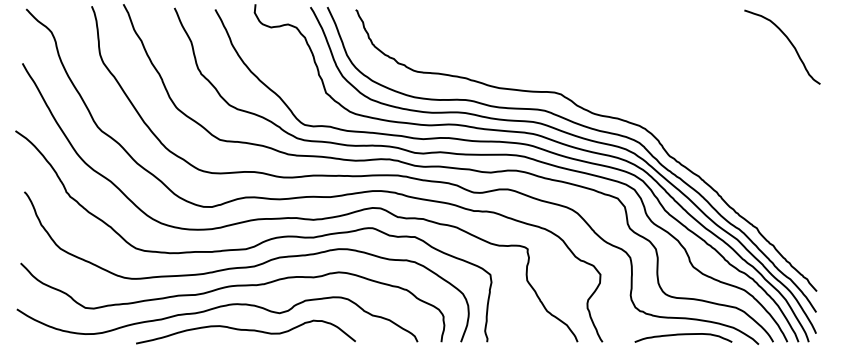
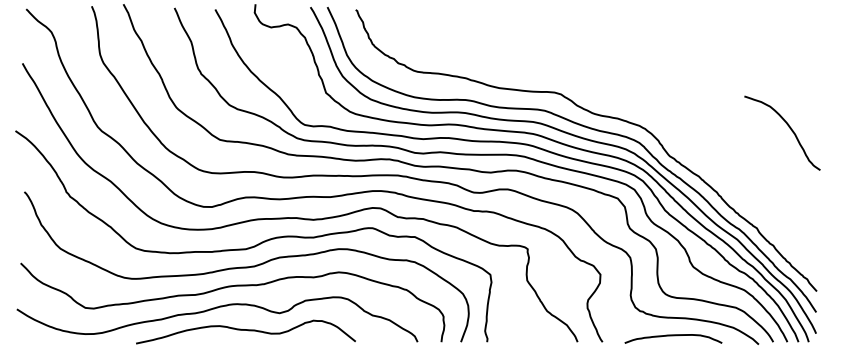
curve at (788, 41) position: (788, 41) -> (788, 127)
curve at (683, 335) position: (683, 335) -> (673, 336)
